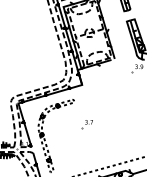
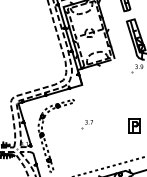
part at (134, 125): none -> present
